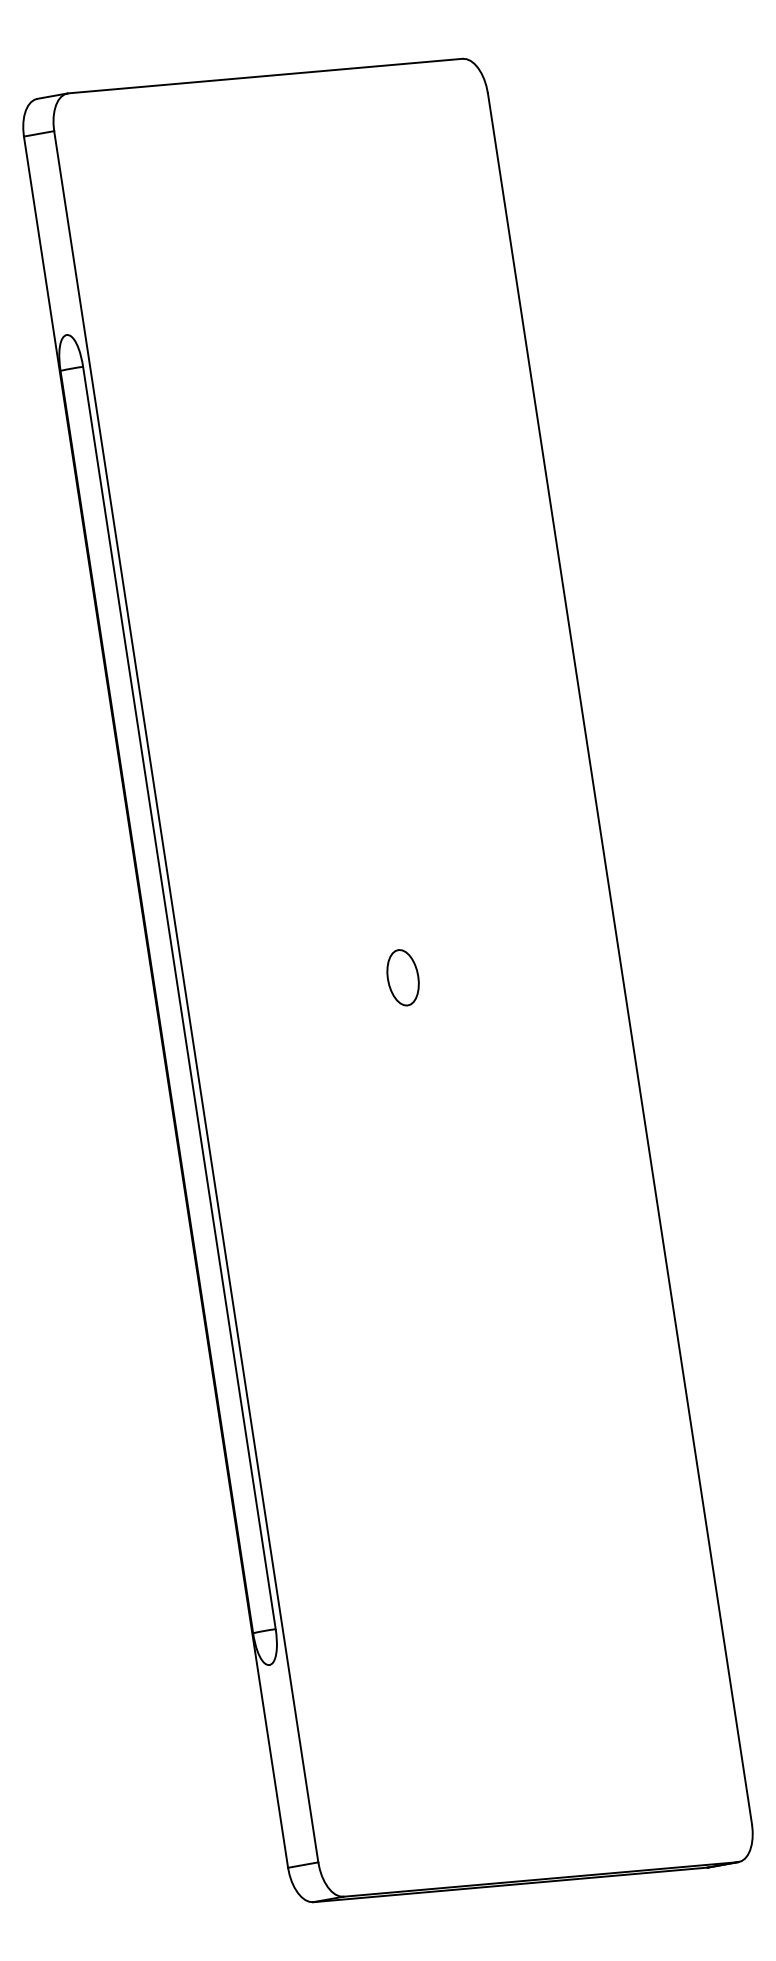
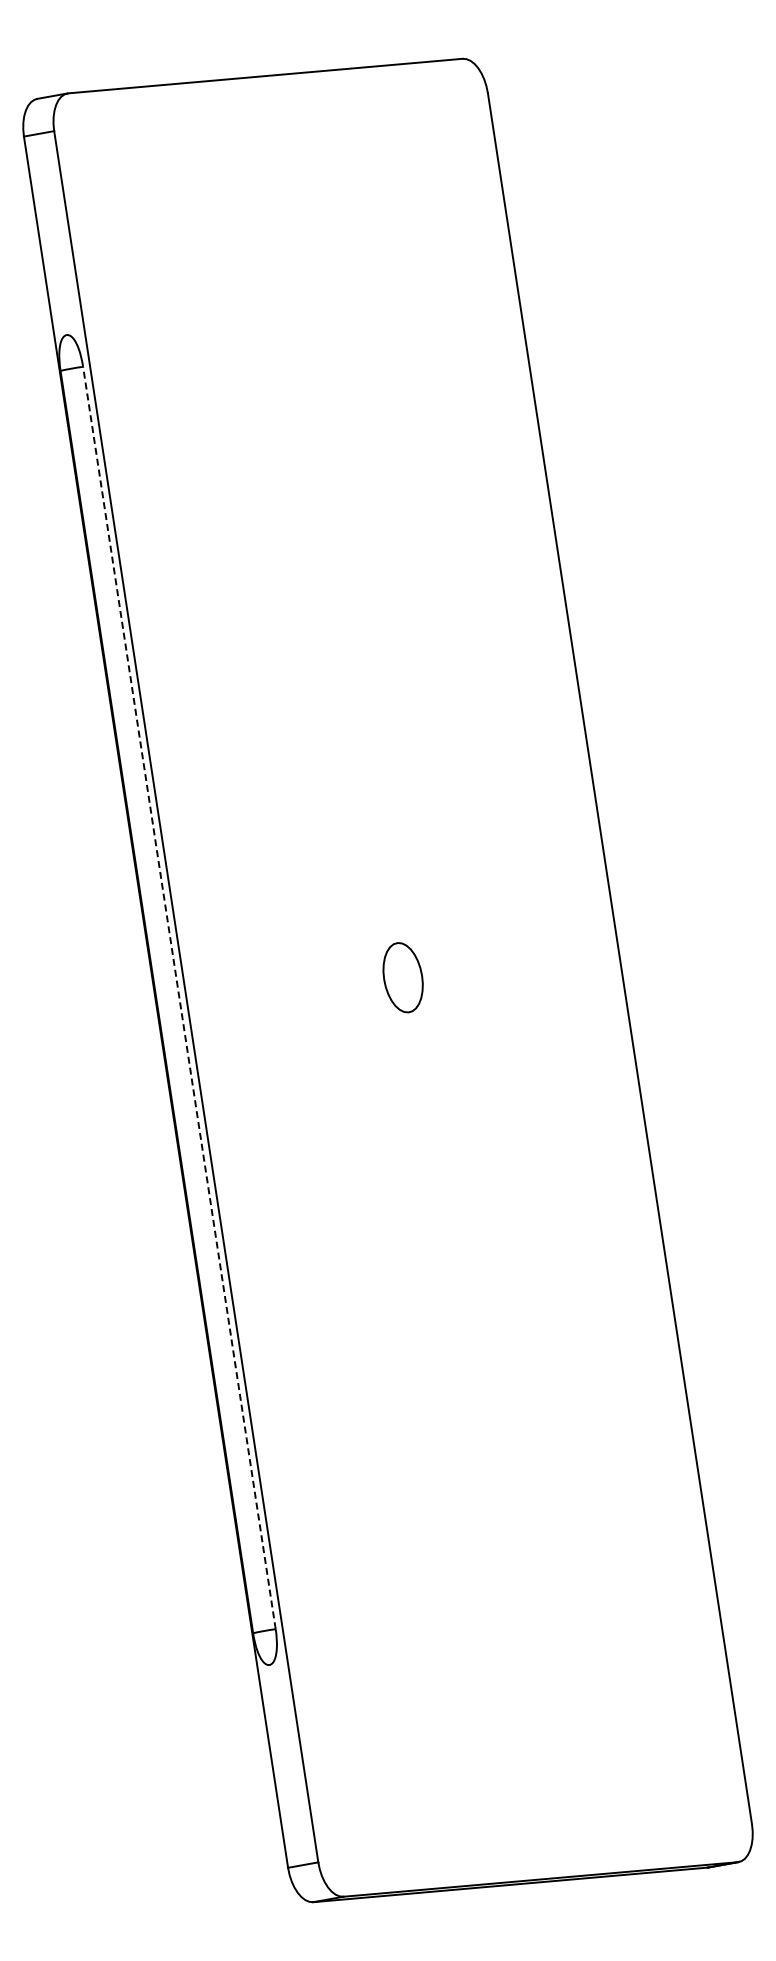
part at (402, 977) size: 34x58 px -> 42x72 px
line at (179, 997): solid -> dashed
